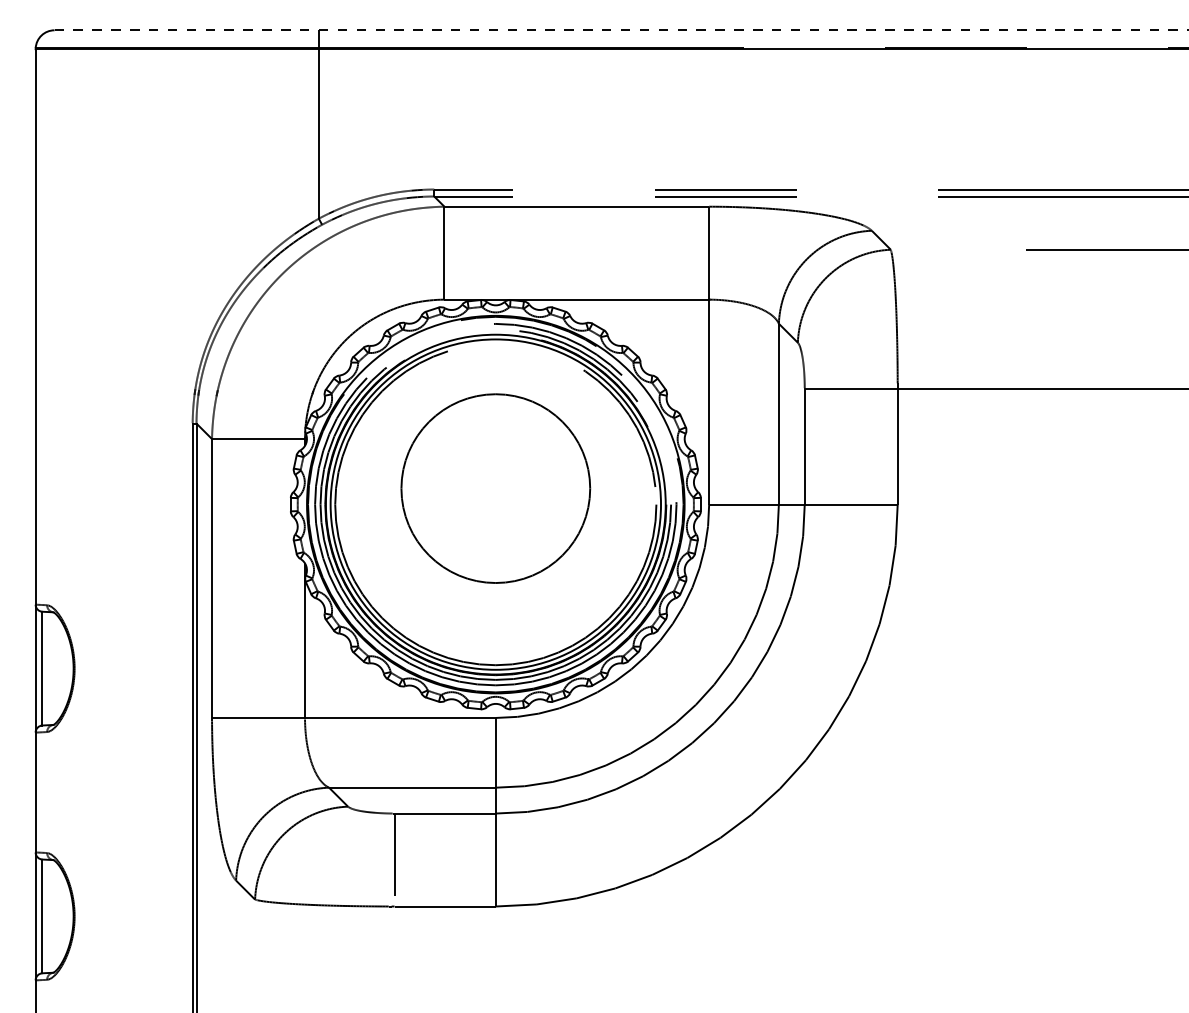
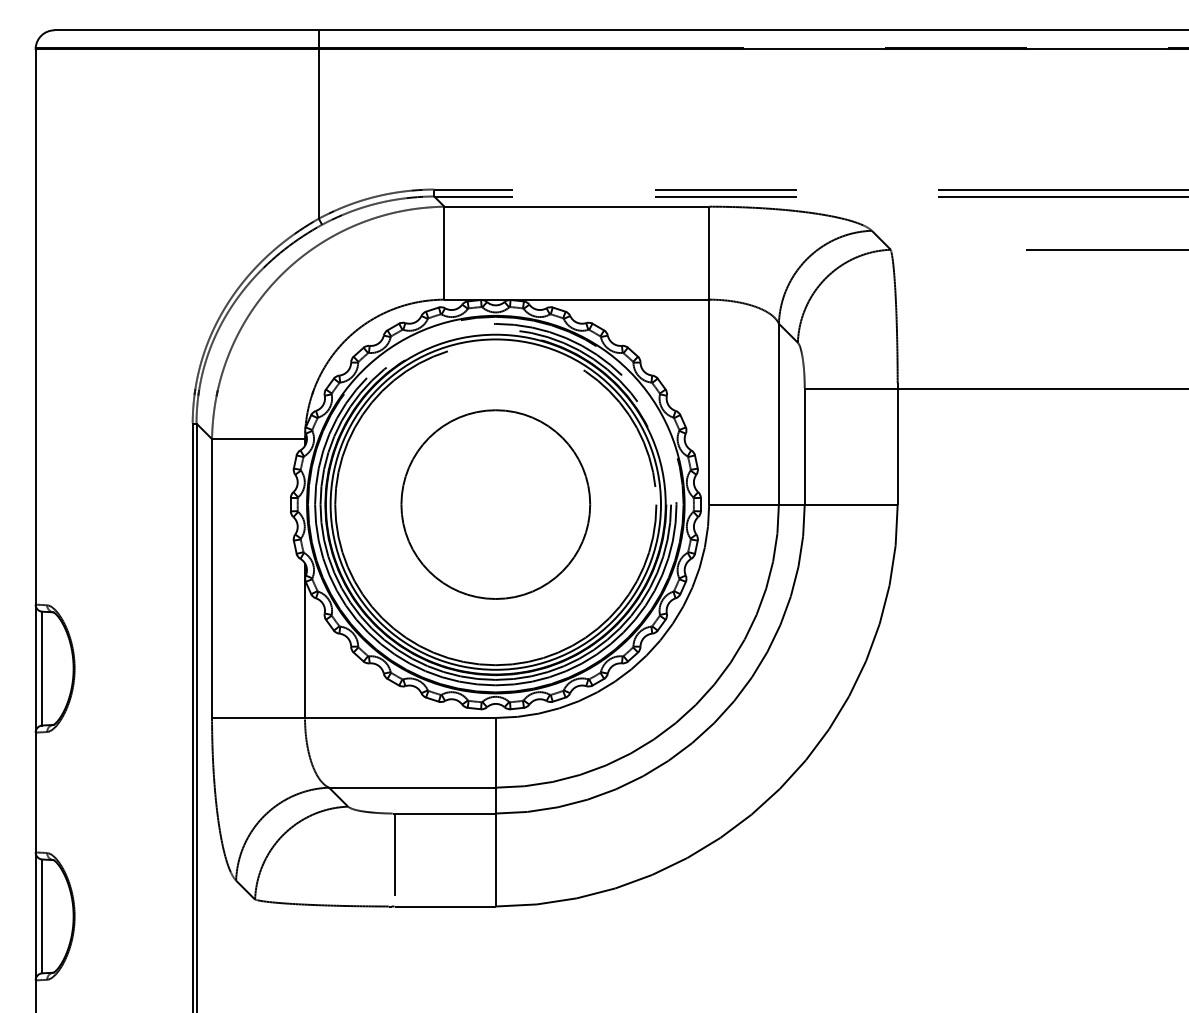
line at (621, 30): dashed -> solid
circle at (495, 488) position: (495, 488) -> (495, 504)
